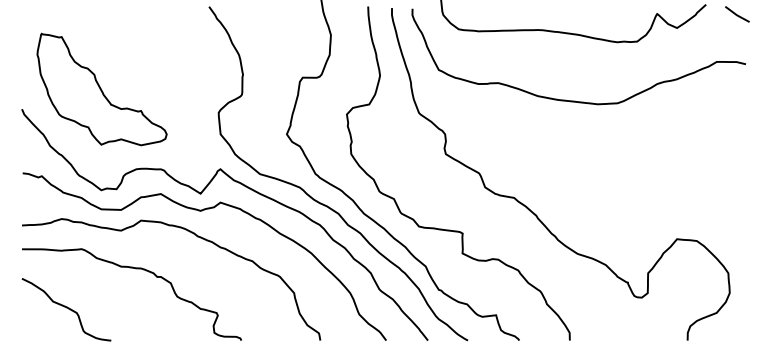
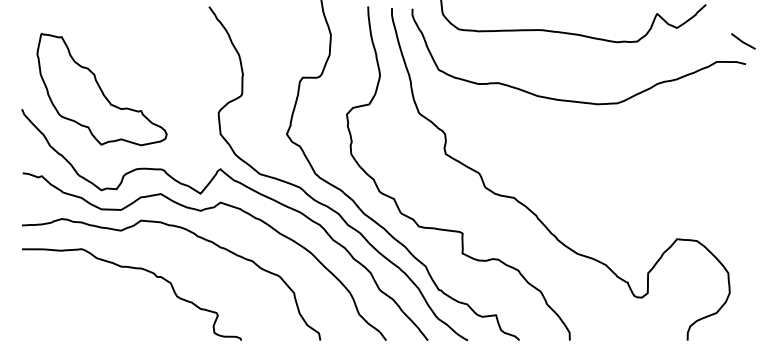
curve at (737, 14) position: (737, 14) -> (743, 41)
curve at (66, 308): present -> none
